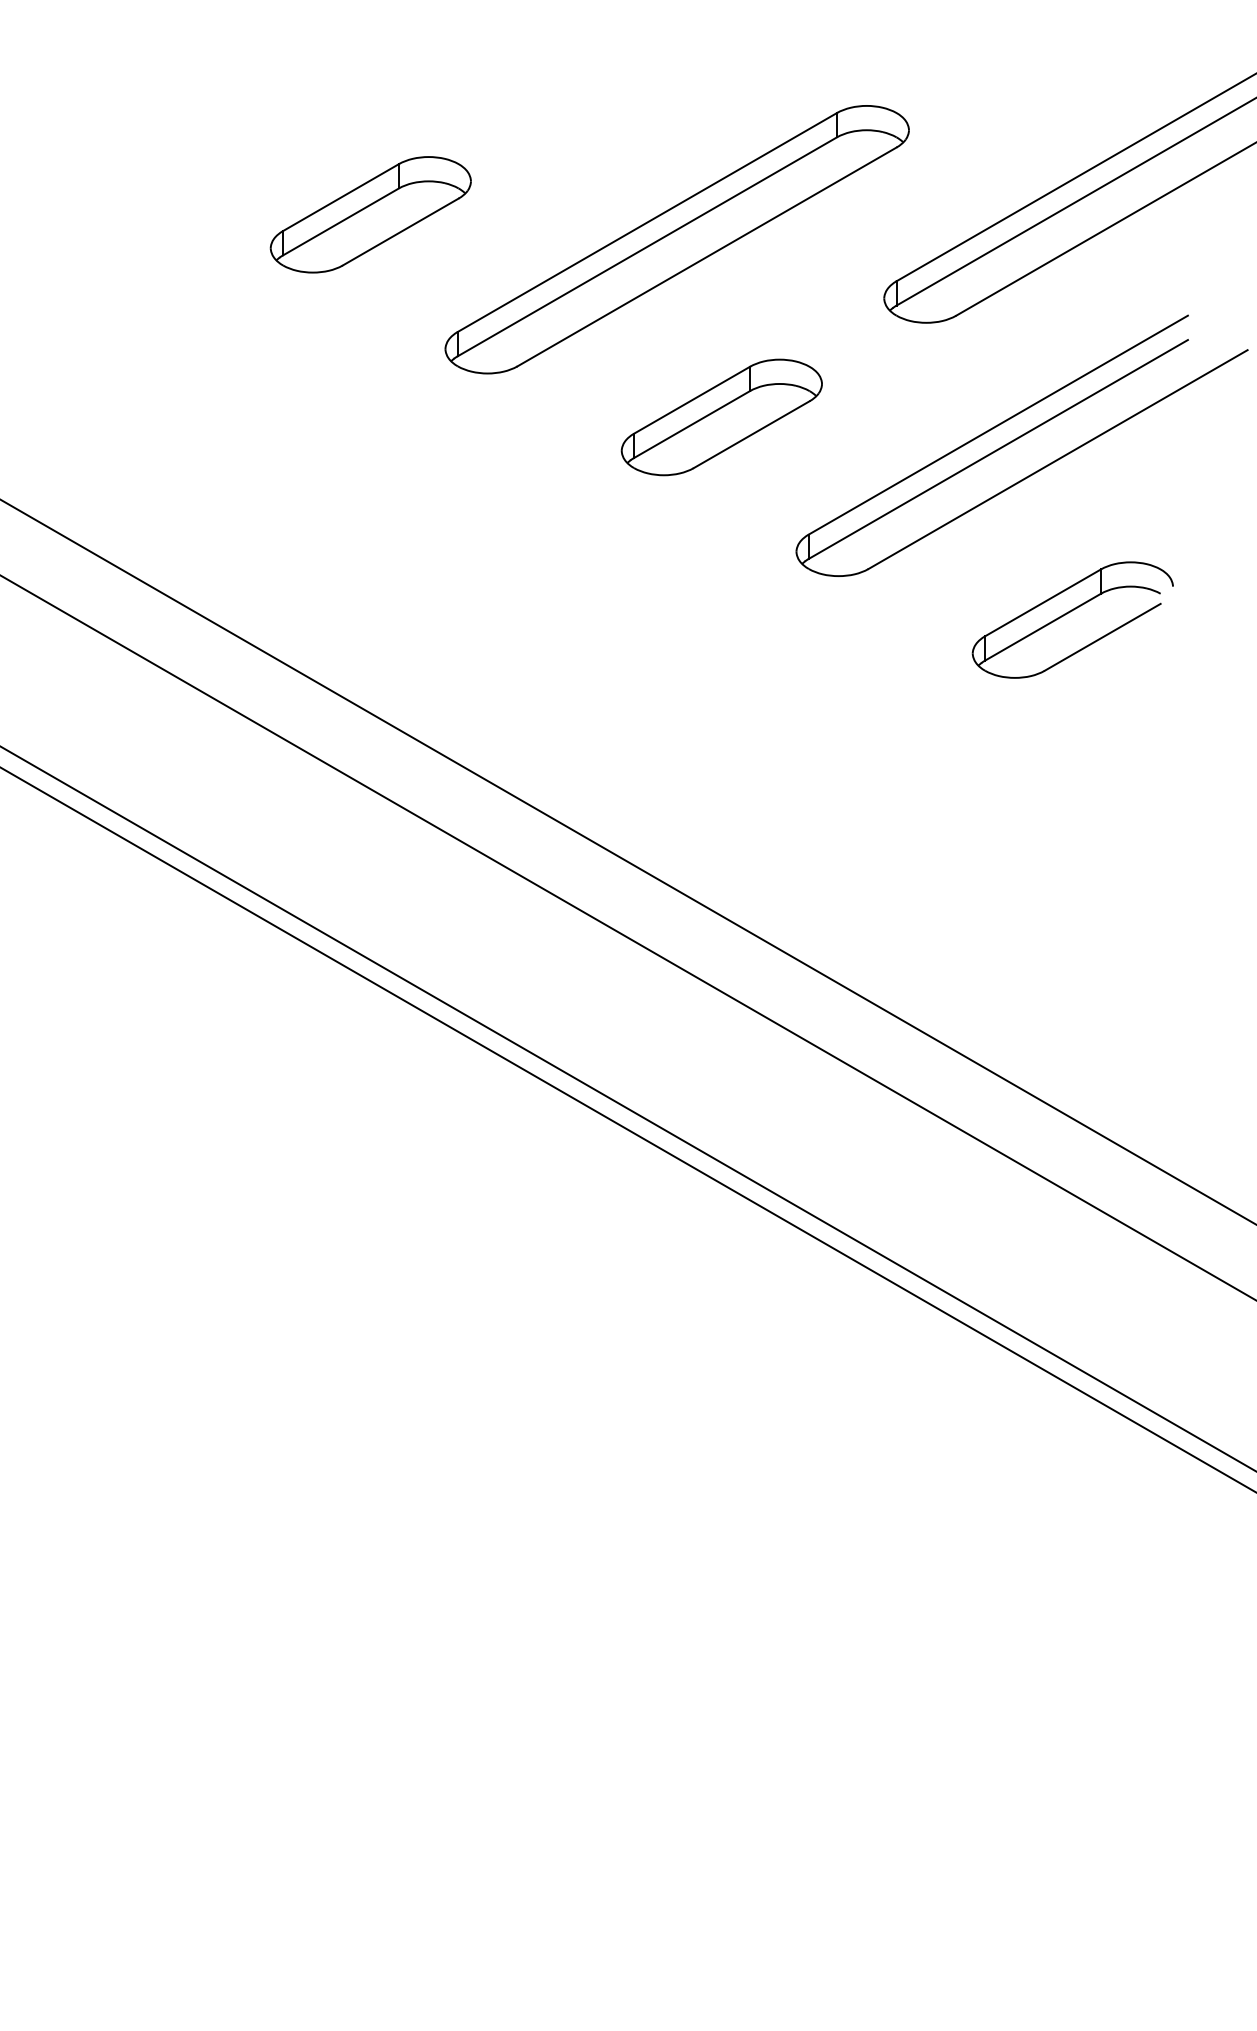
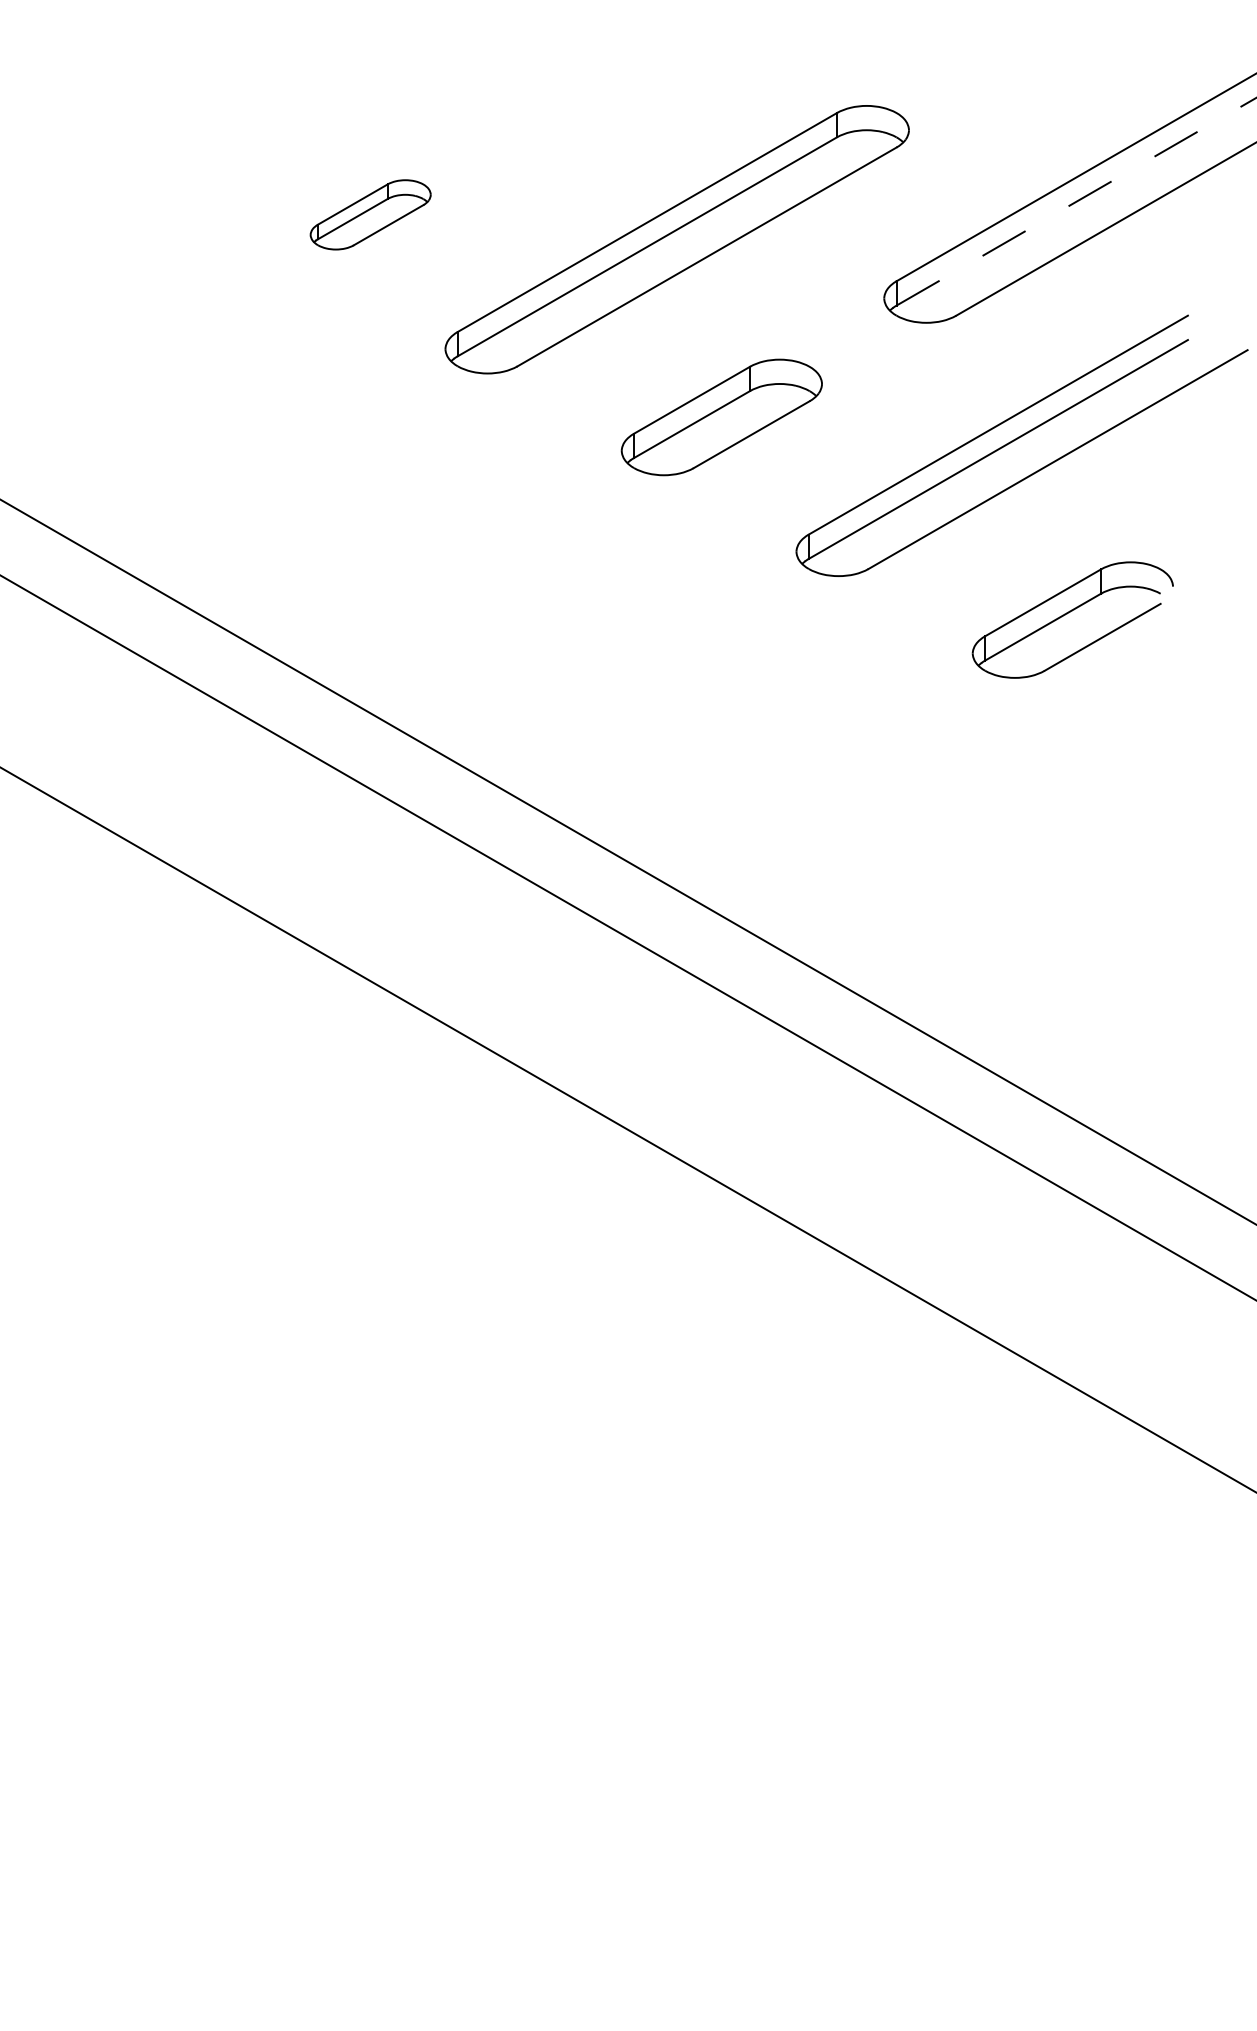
line at (1076, 201): solid -> dashed
part at (370, 214) size: 203x118 px -> 123x72 px
line at (627, 1108): present -> none
